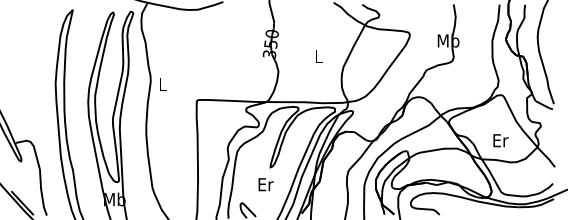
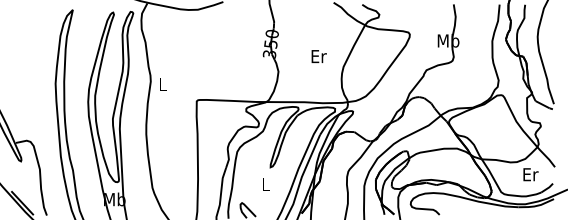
text at (318, 56): L -> Er
text at (500, 140) position: (500, 140) -> (530, 174)
text at (265, 184): Er -> L
